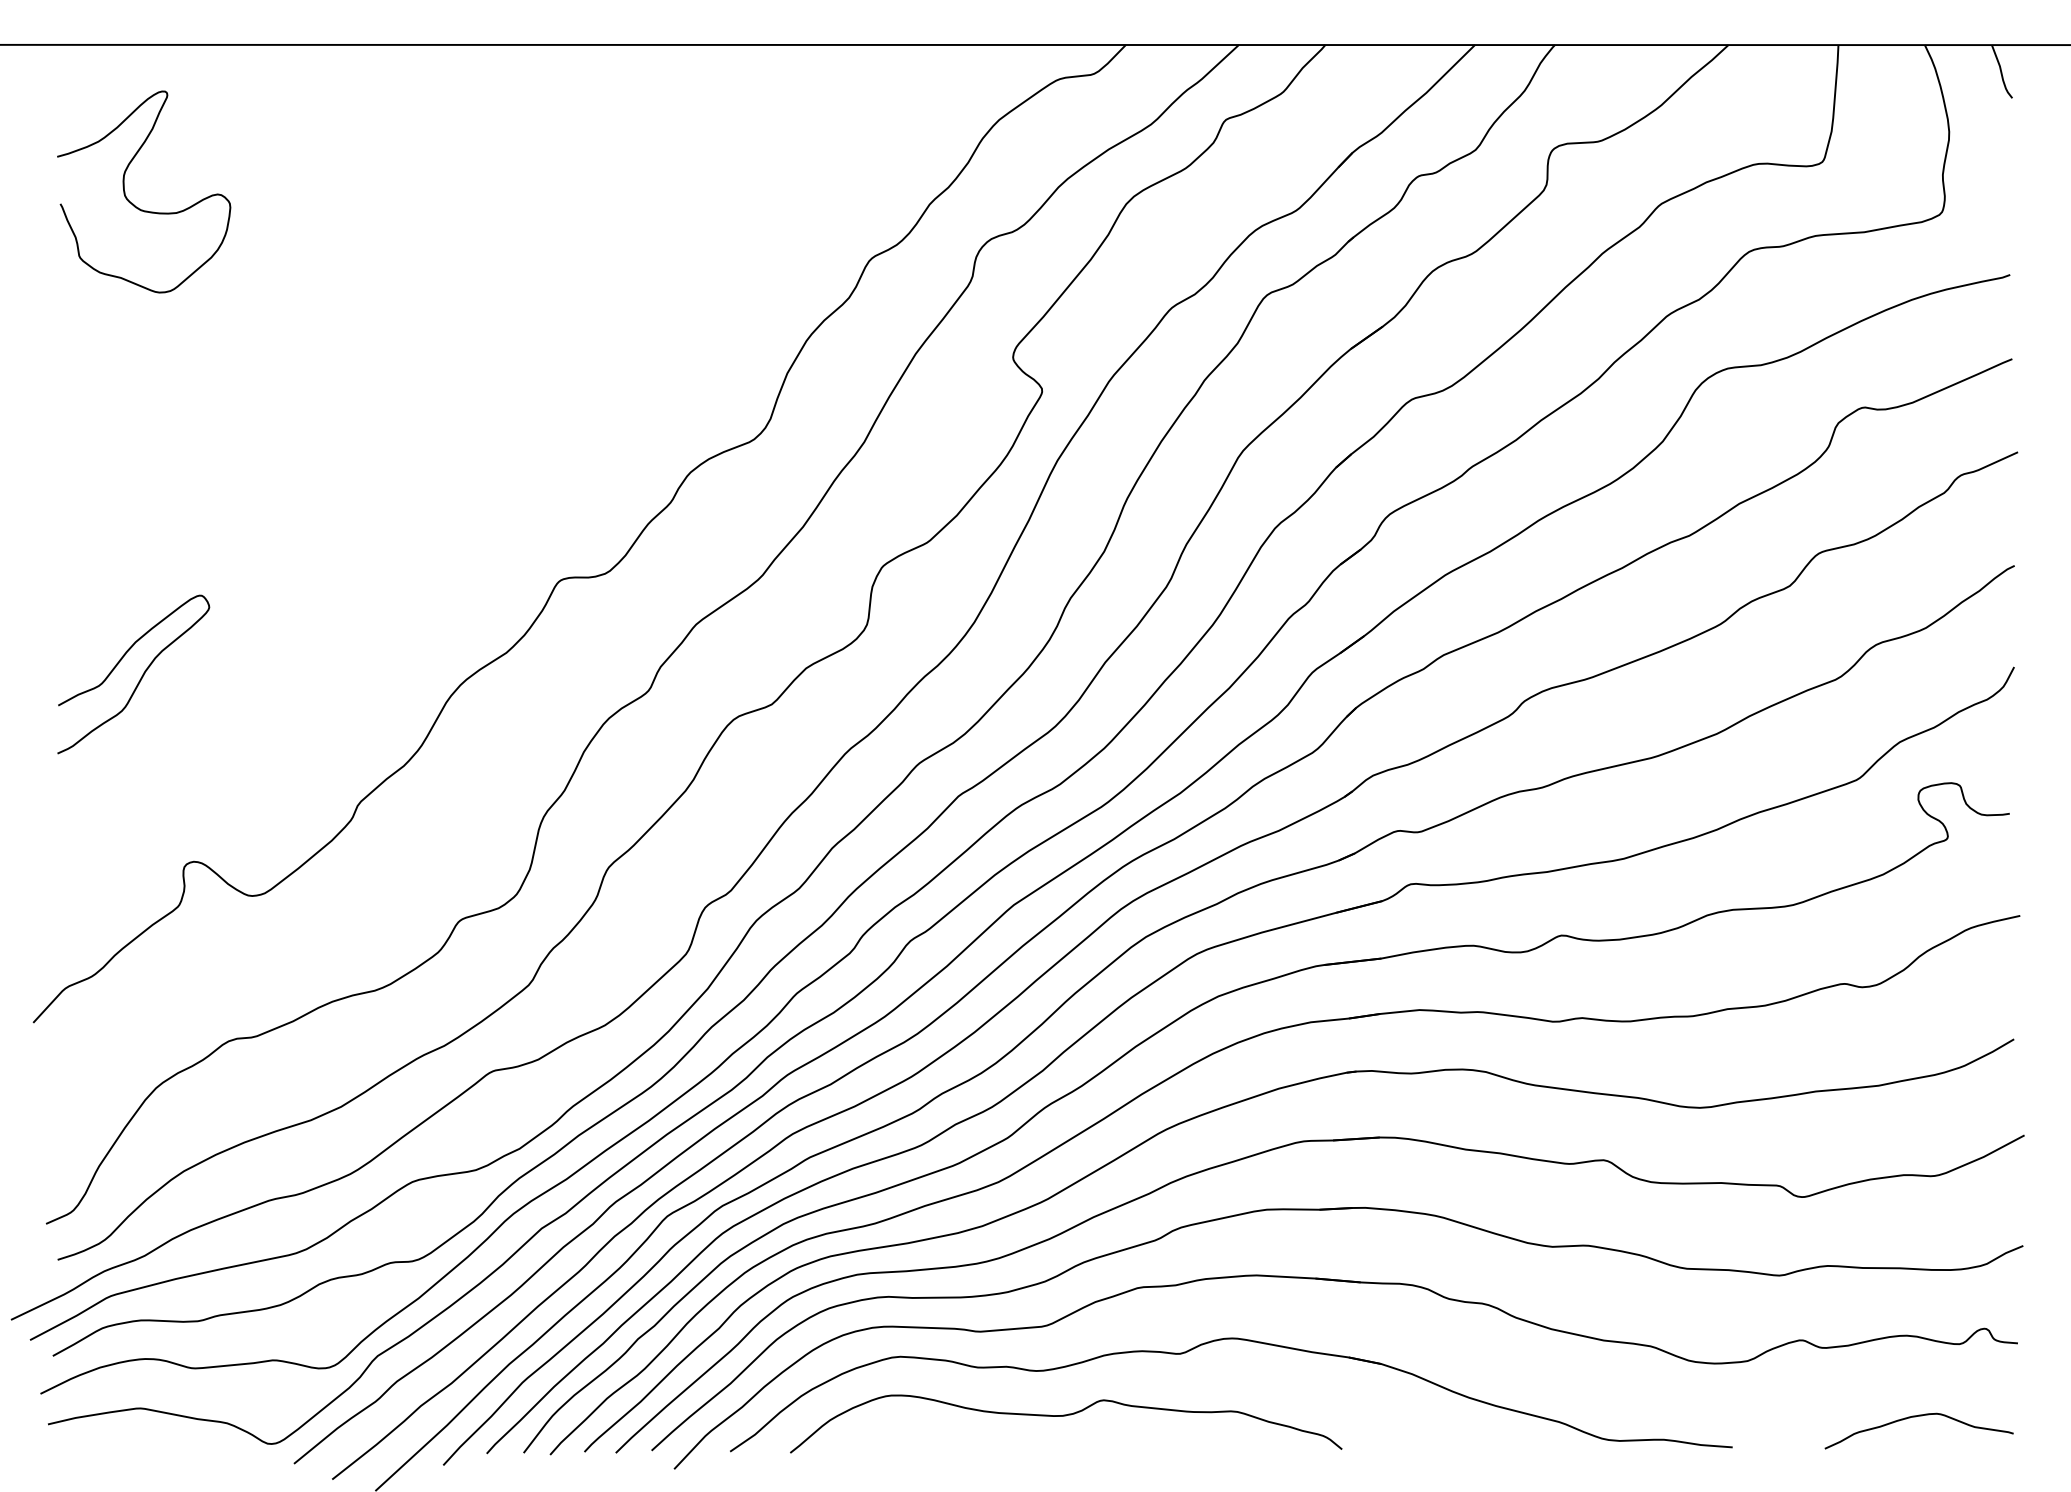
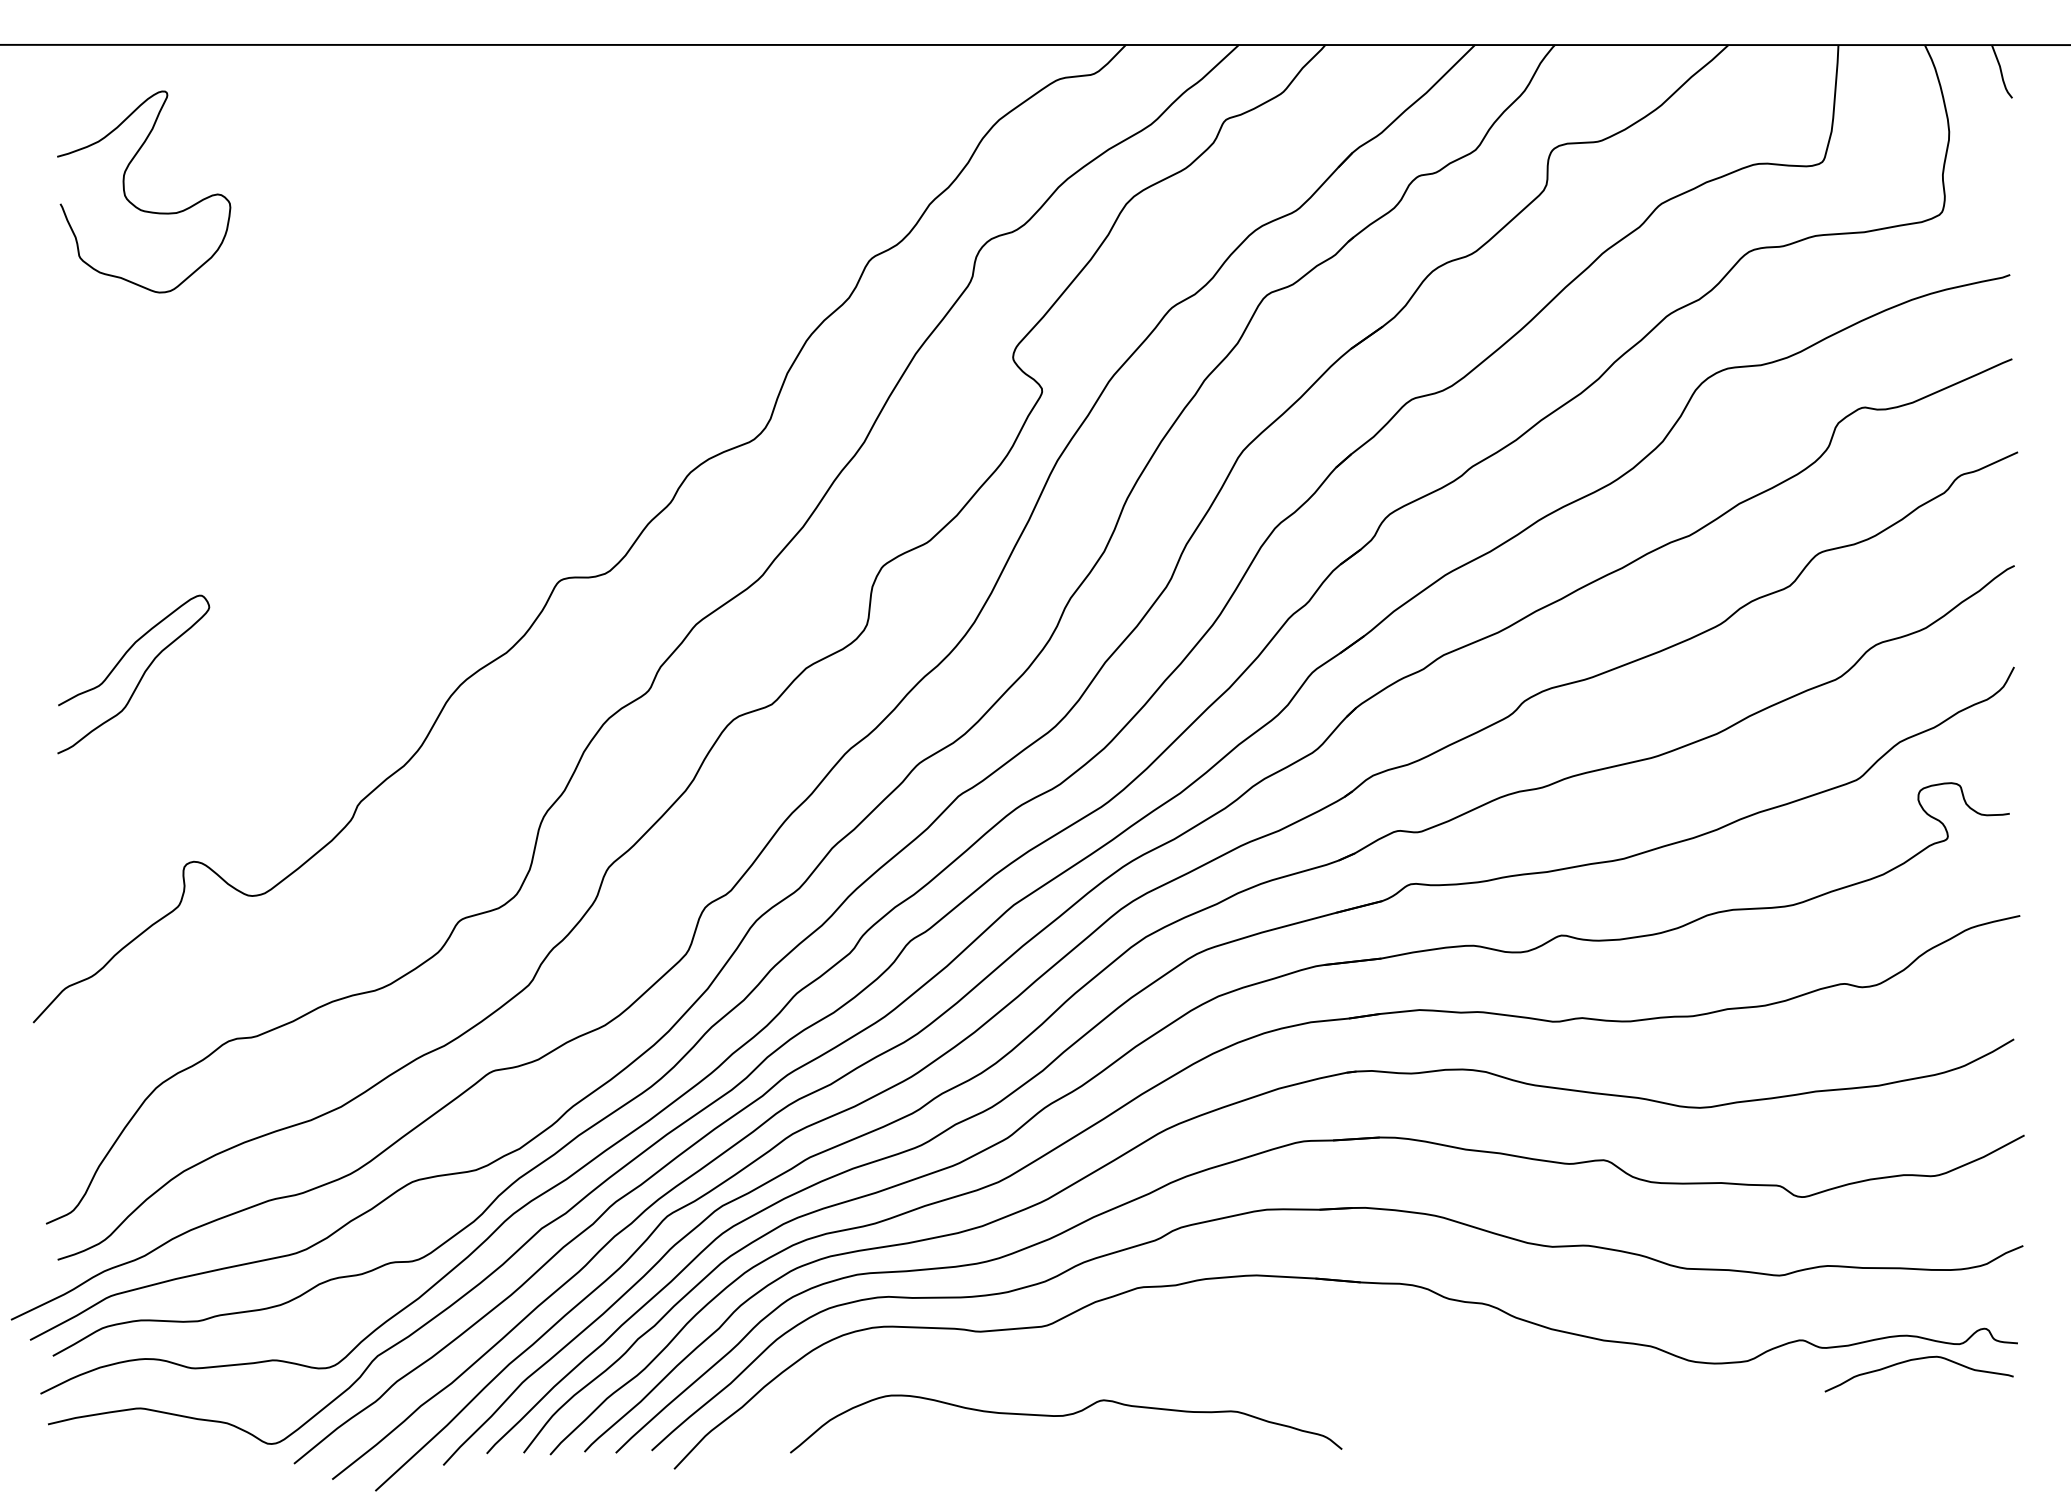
part at (1222, 1340): present -> none
curve at (1915, 1417) position: (1915, 1417) -> (1915, 1360)
